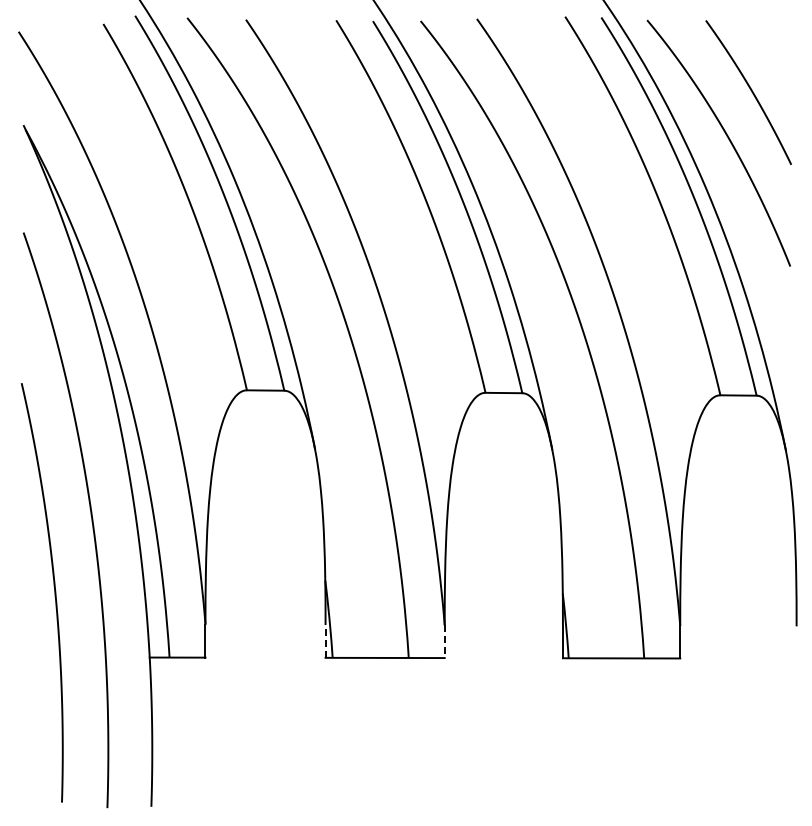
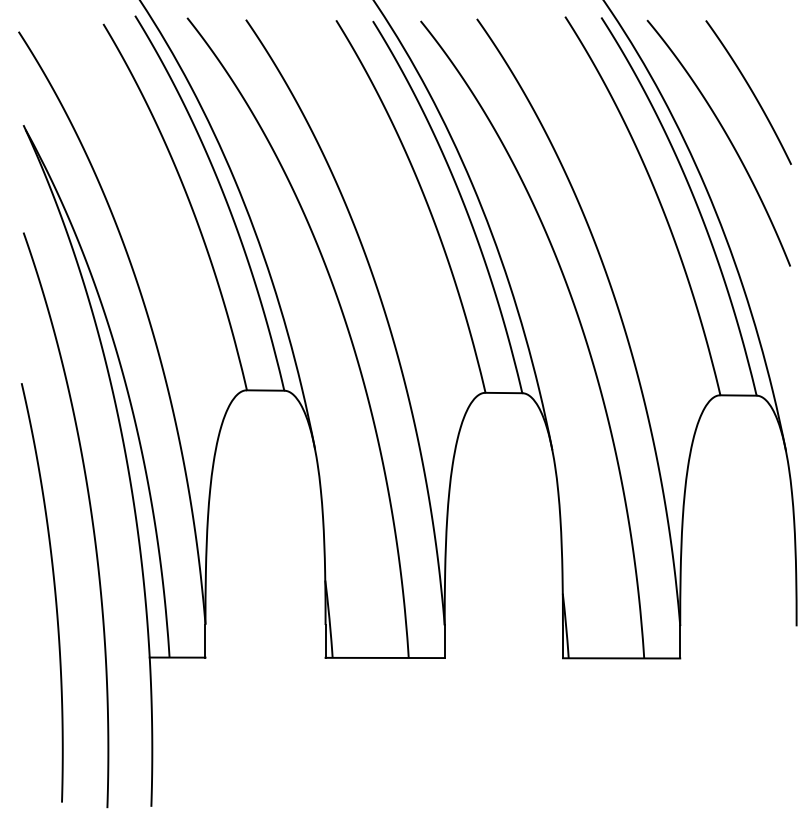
line at (325, 640): dashed -> solid
line at (444, 642): dashed -> solid
